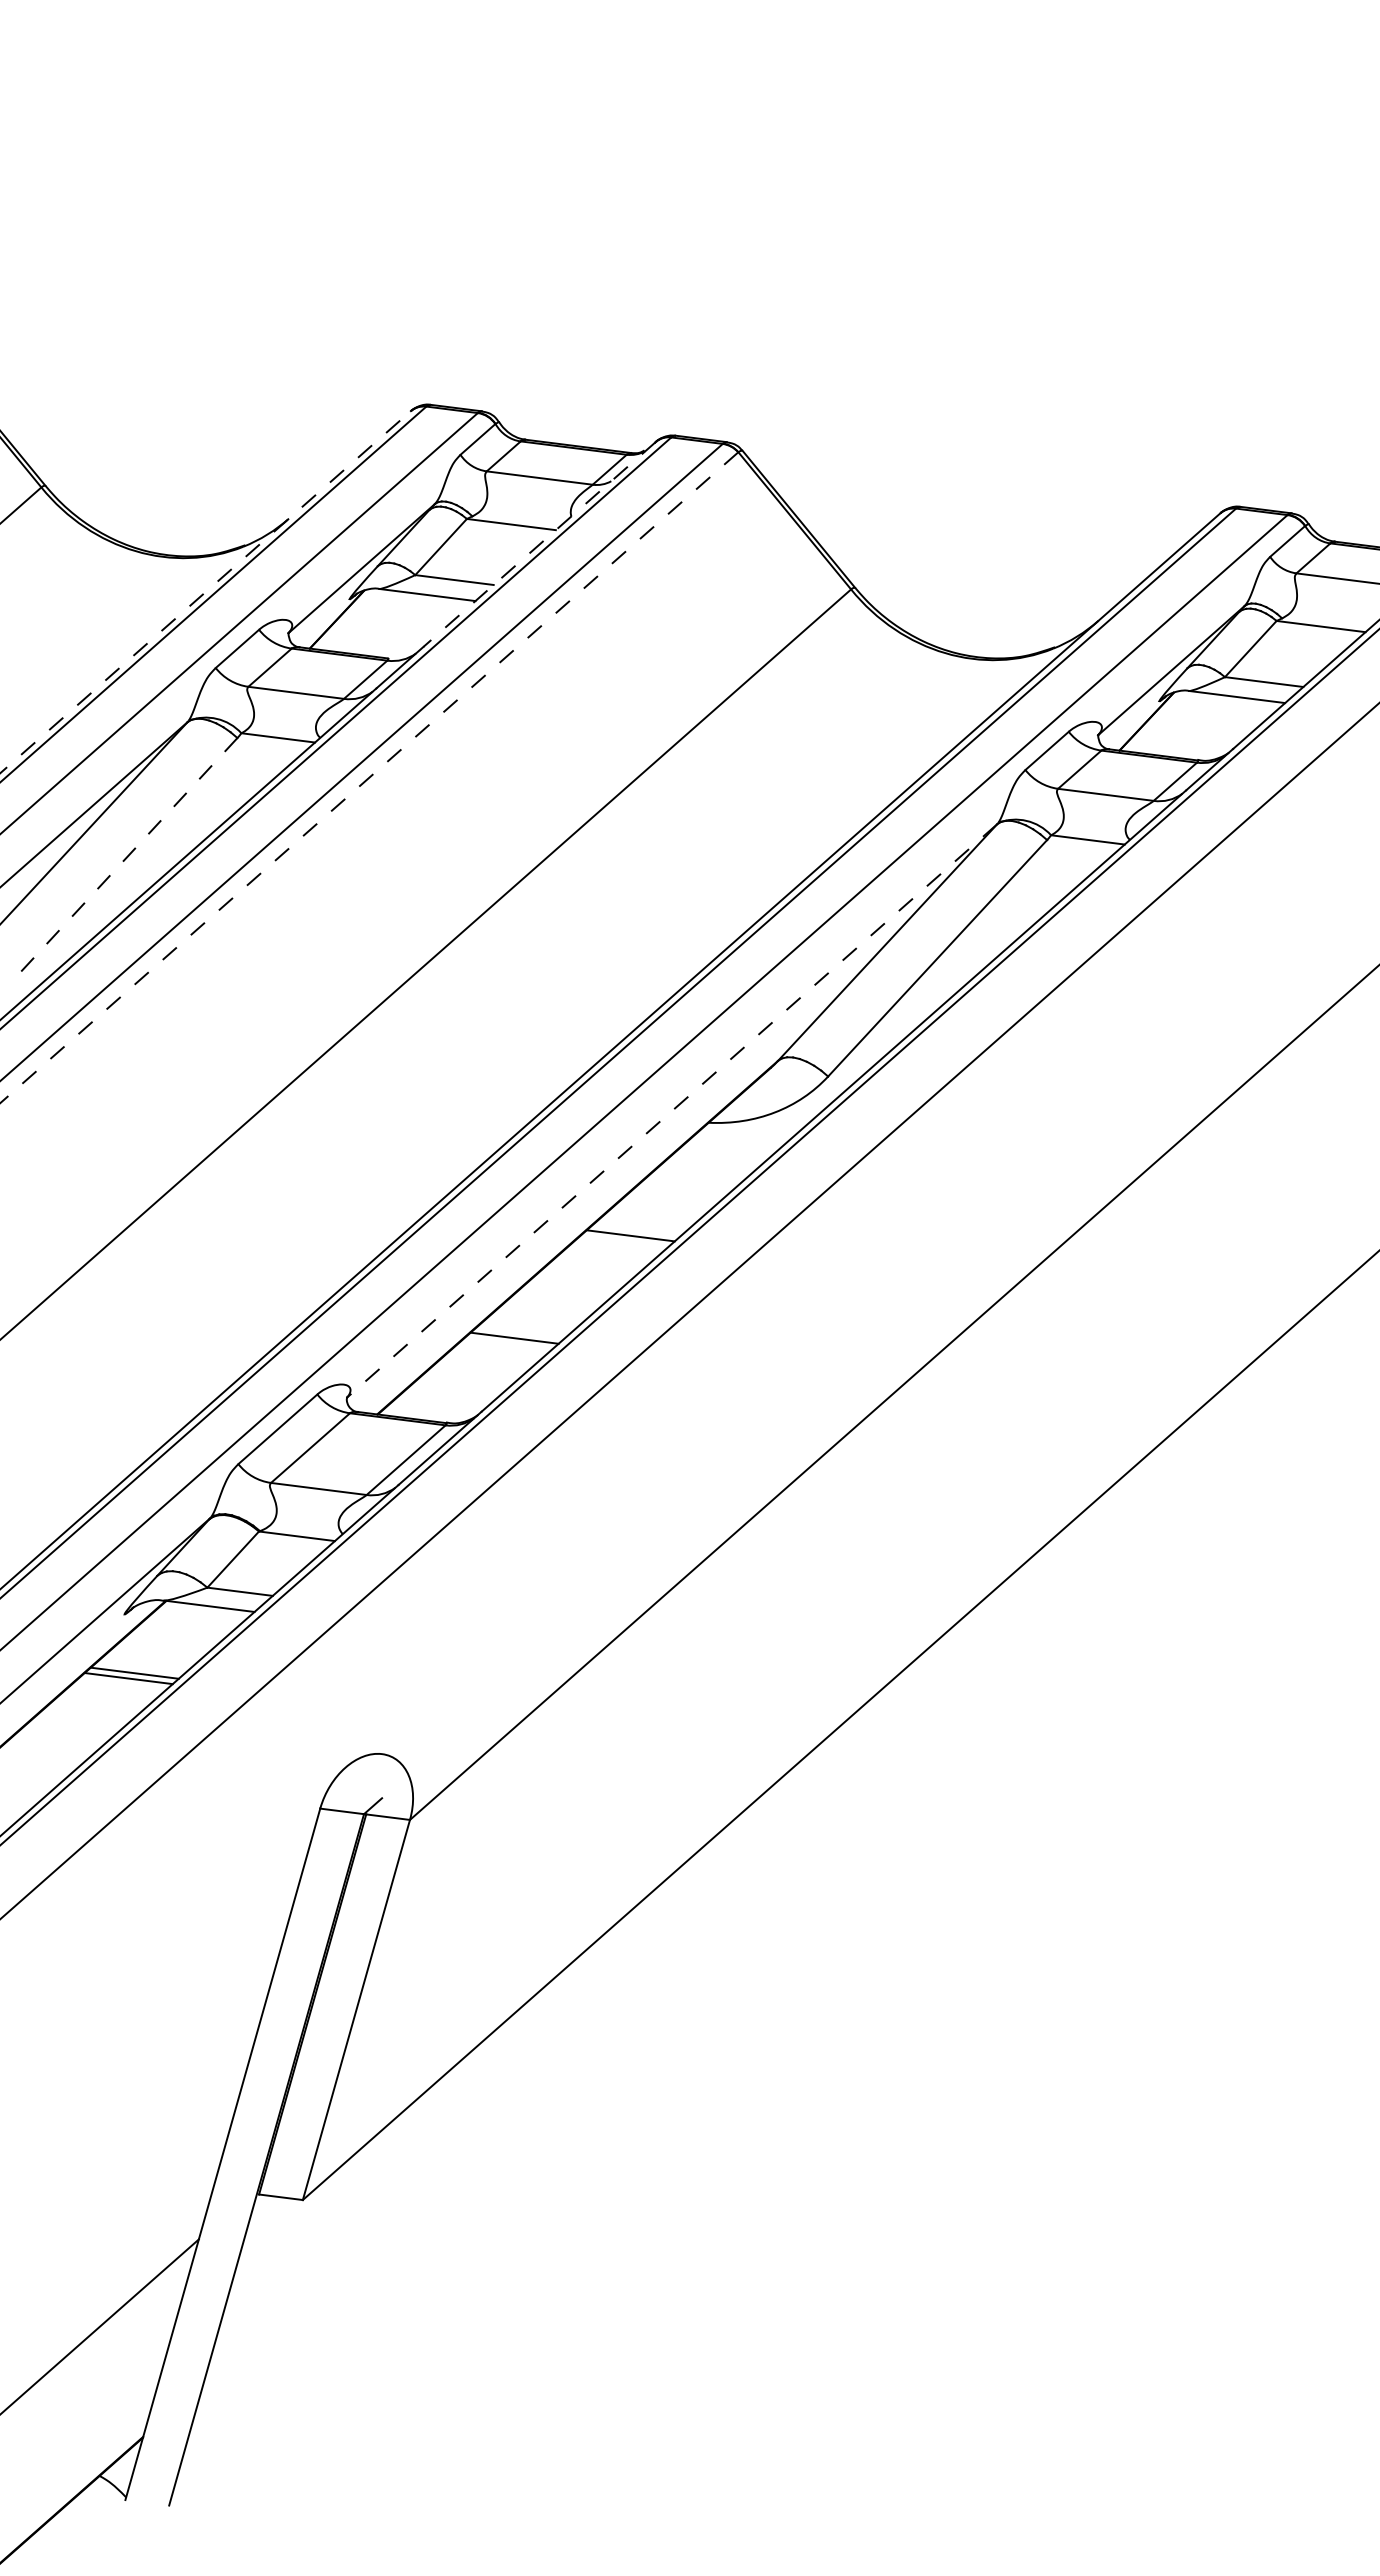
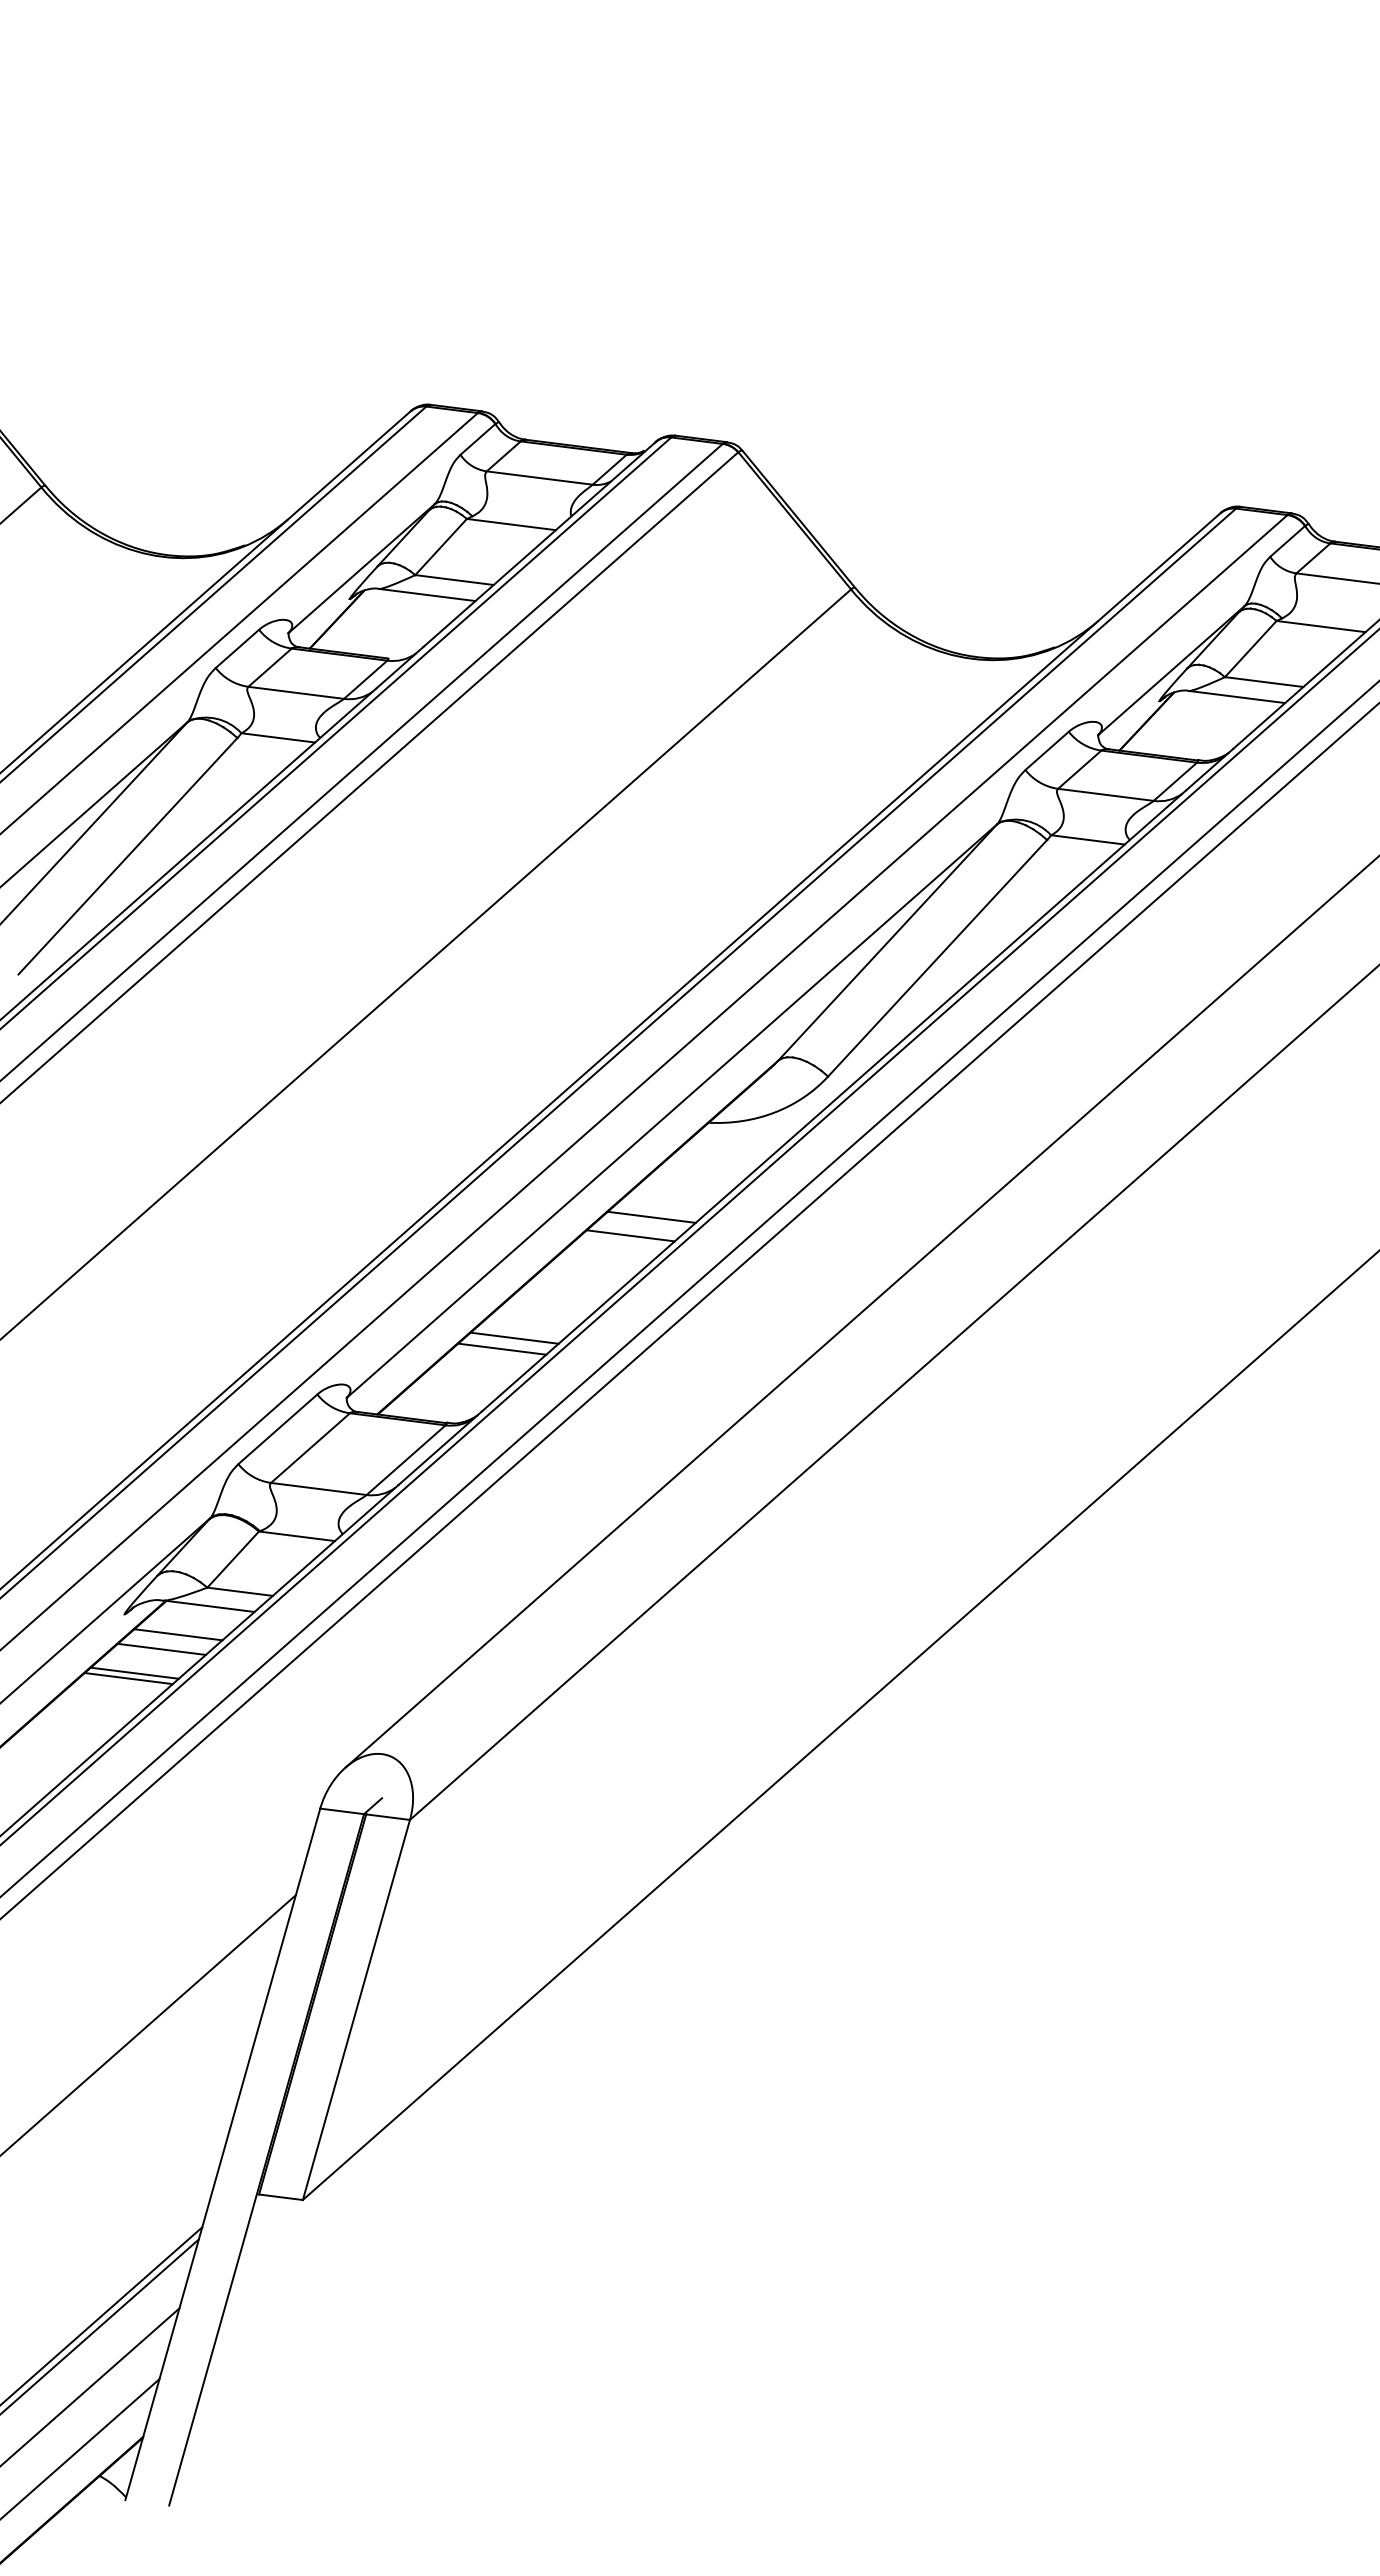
line at (539, 544): dashed -> solid
line at (205, 592): dashed -> solid
line at (369, 777): dashed -> solid
line at (127, 856): dashed -> solid
line at (671, 1111): dashed -> solid
line at (651, 1216): none -> present
line at (689, 1289): none -> present
line at (860, 1312): none -> present
line at (502, 1348): none -> present
line at (178, 1634): none -> present
line at (161, 1648): none -> present
line at (148, 2024): none -> present
line at (102, 2315): none -> present
line at (90, 2386): none -> present
line at (80, 2448): none -> present
